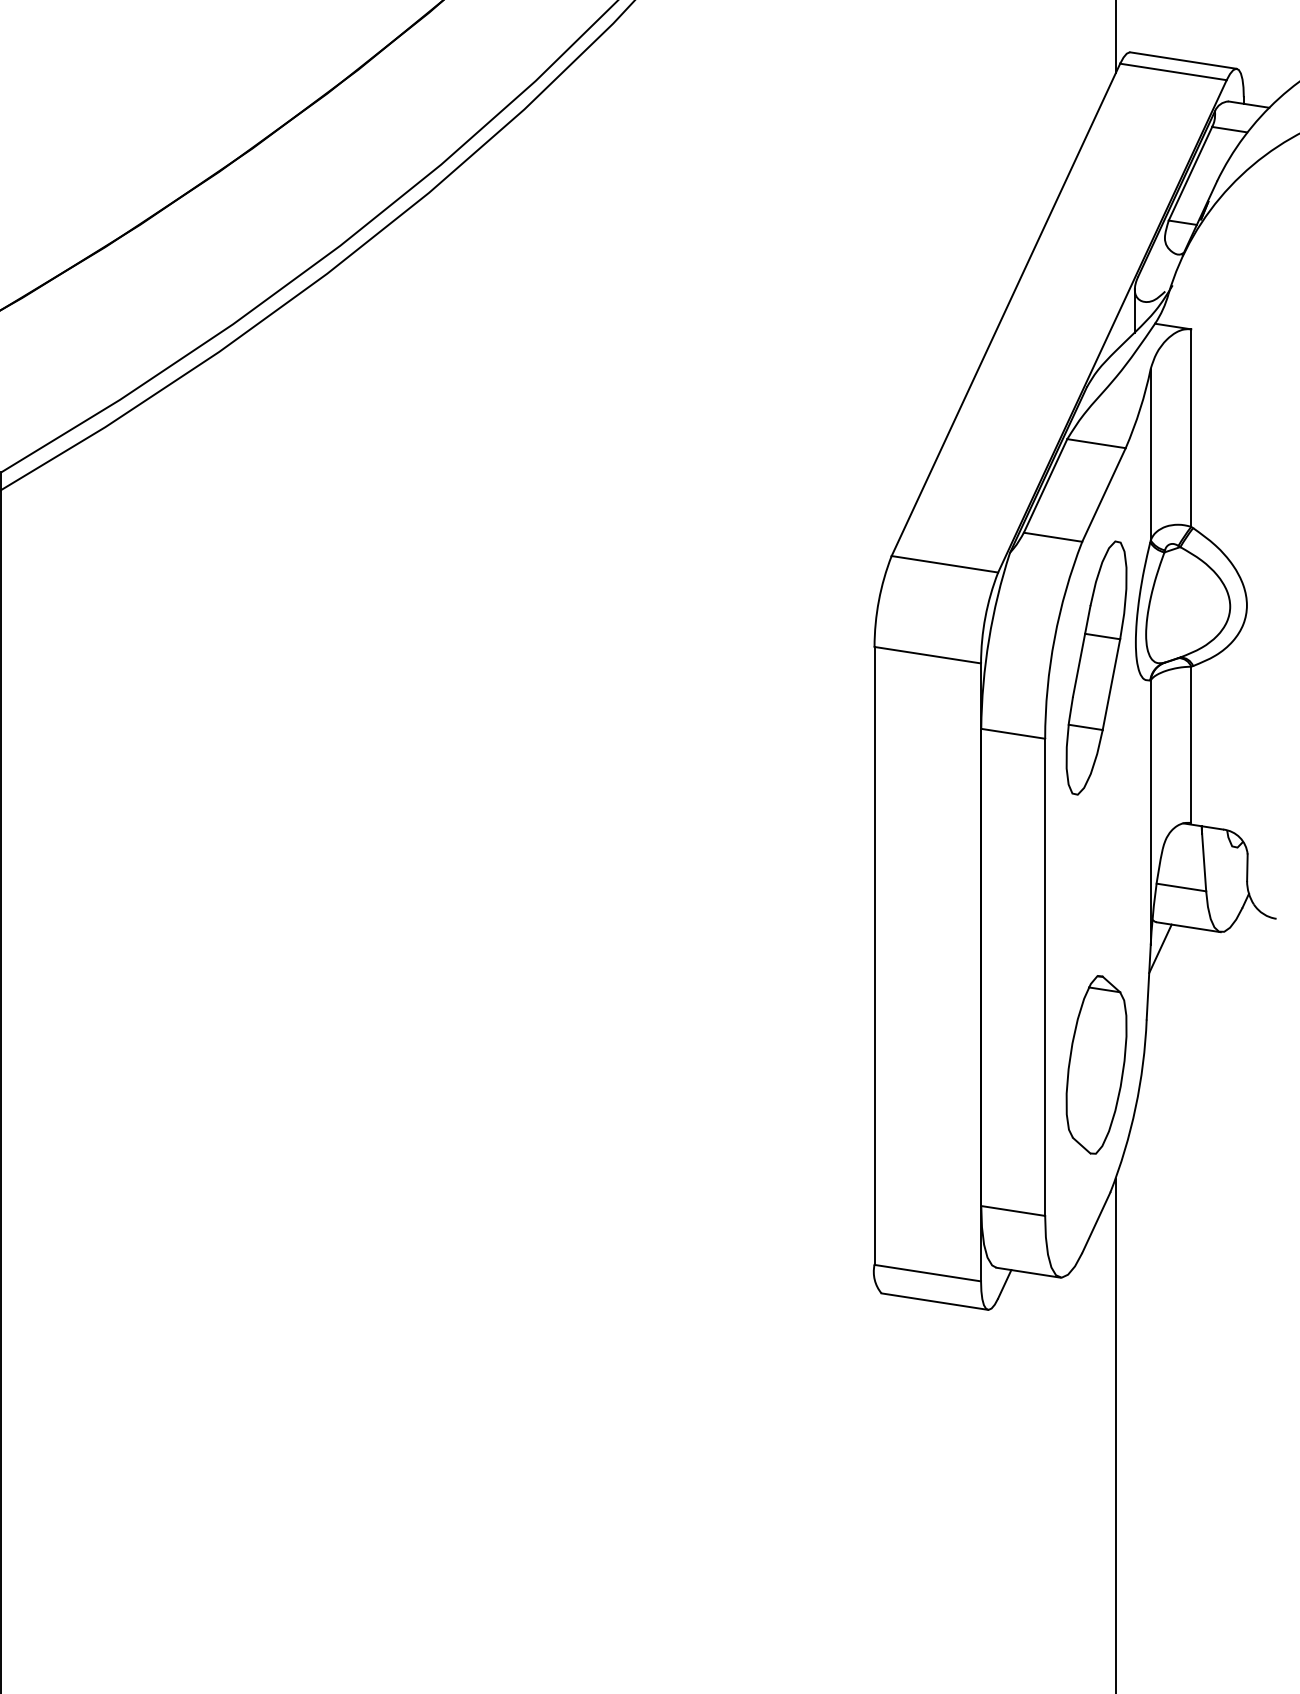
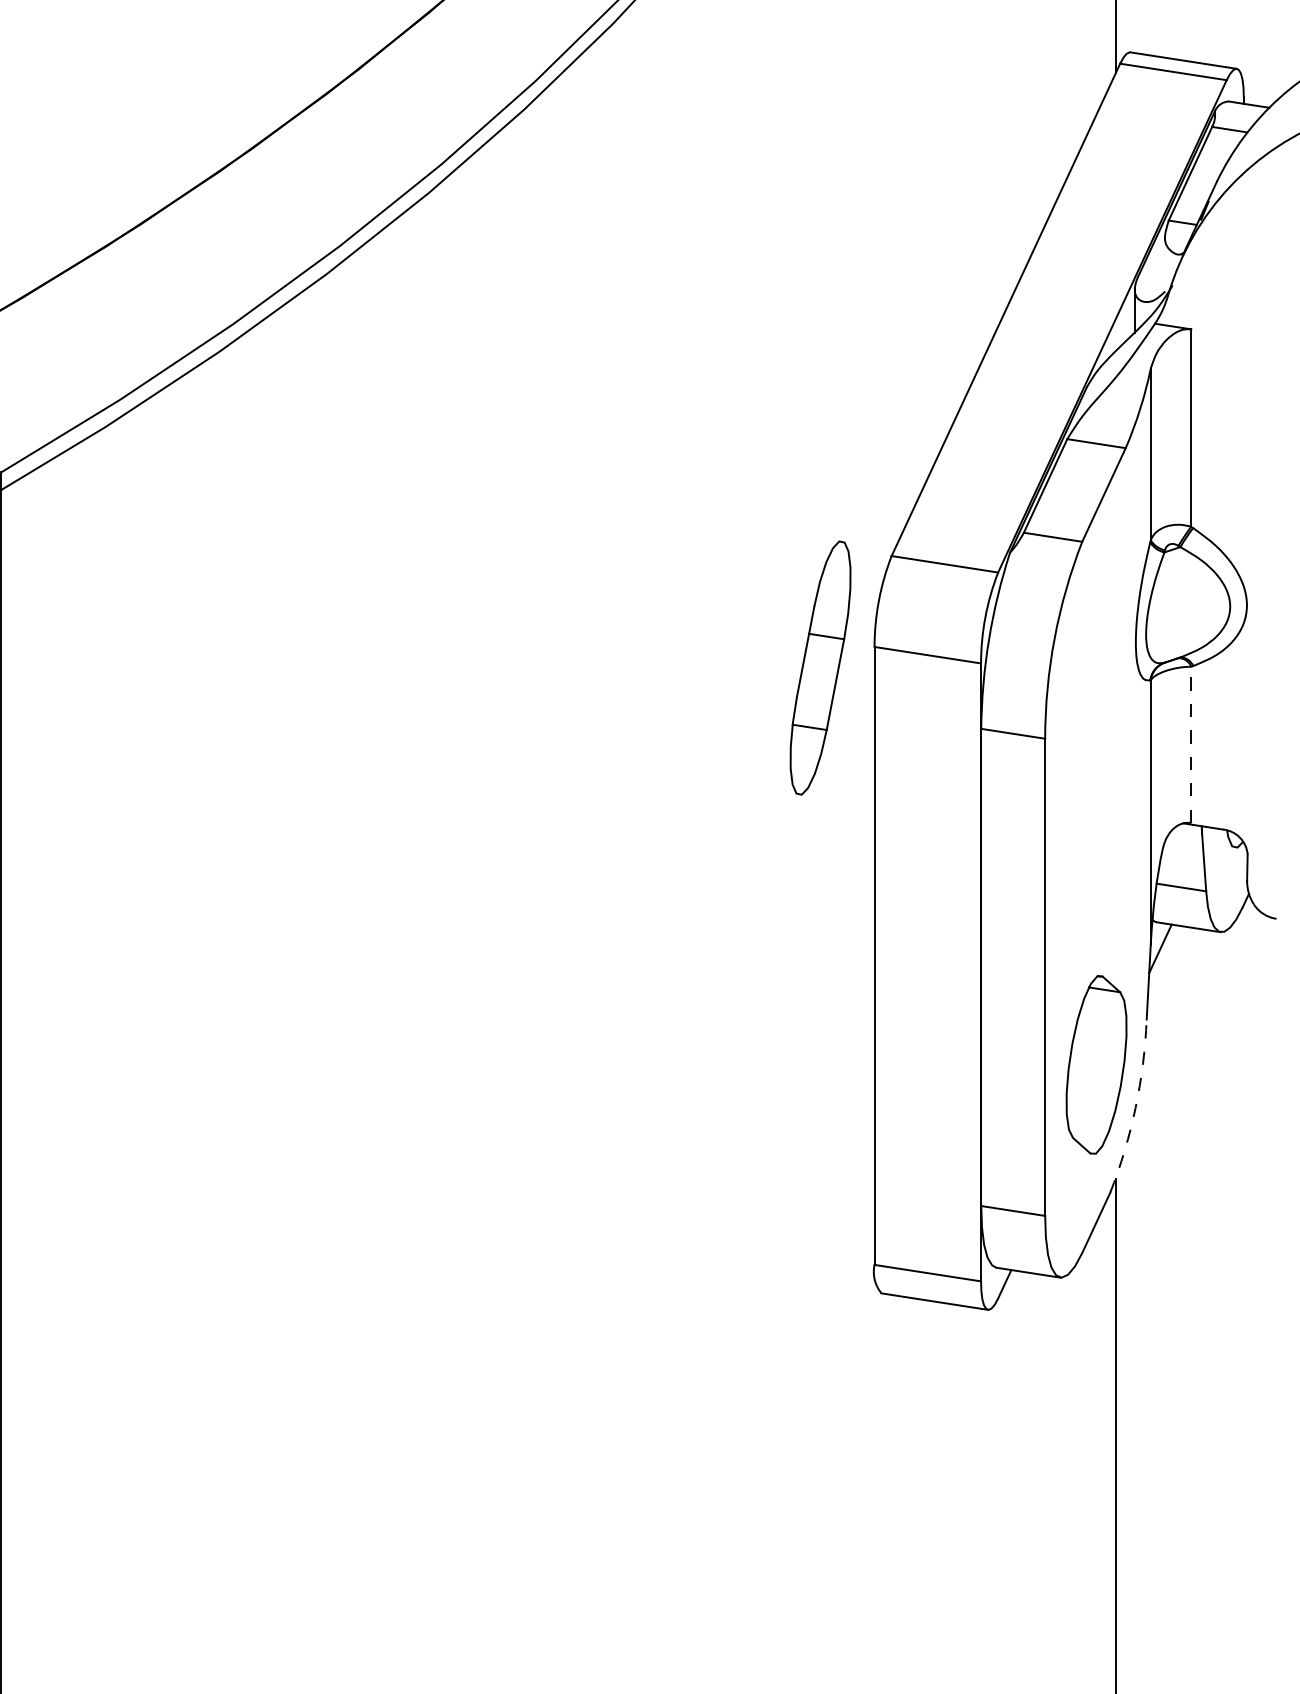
part at (1096, 667) position: (1096, 667) -> (820, 667)
line at (1191, 744): solid -> dashed
arc at (1135, 1107): solid -> dashed
